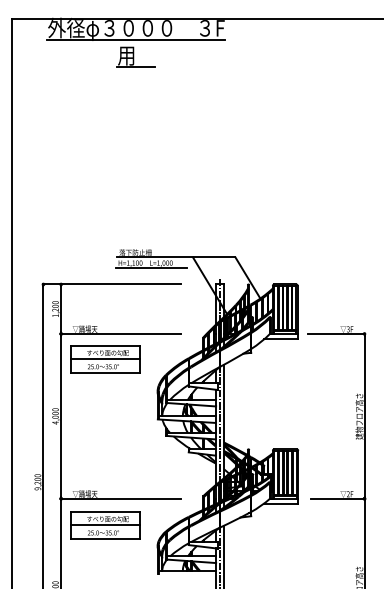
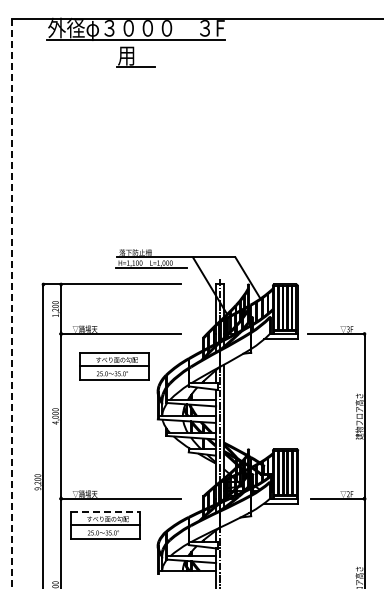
line at (11, 303): solid -> dashed
part at (105, 359) position: (105, 359) -> (114, 366)
line at (106, 511): solid -> dashed
line at (224, 555): present -> none
